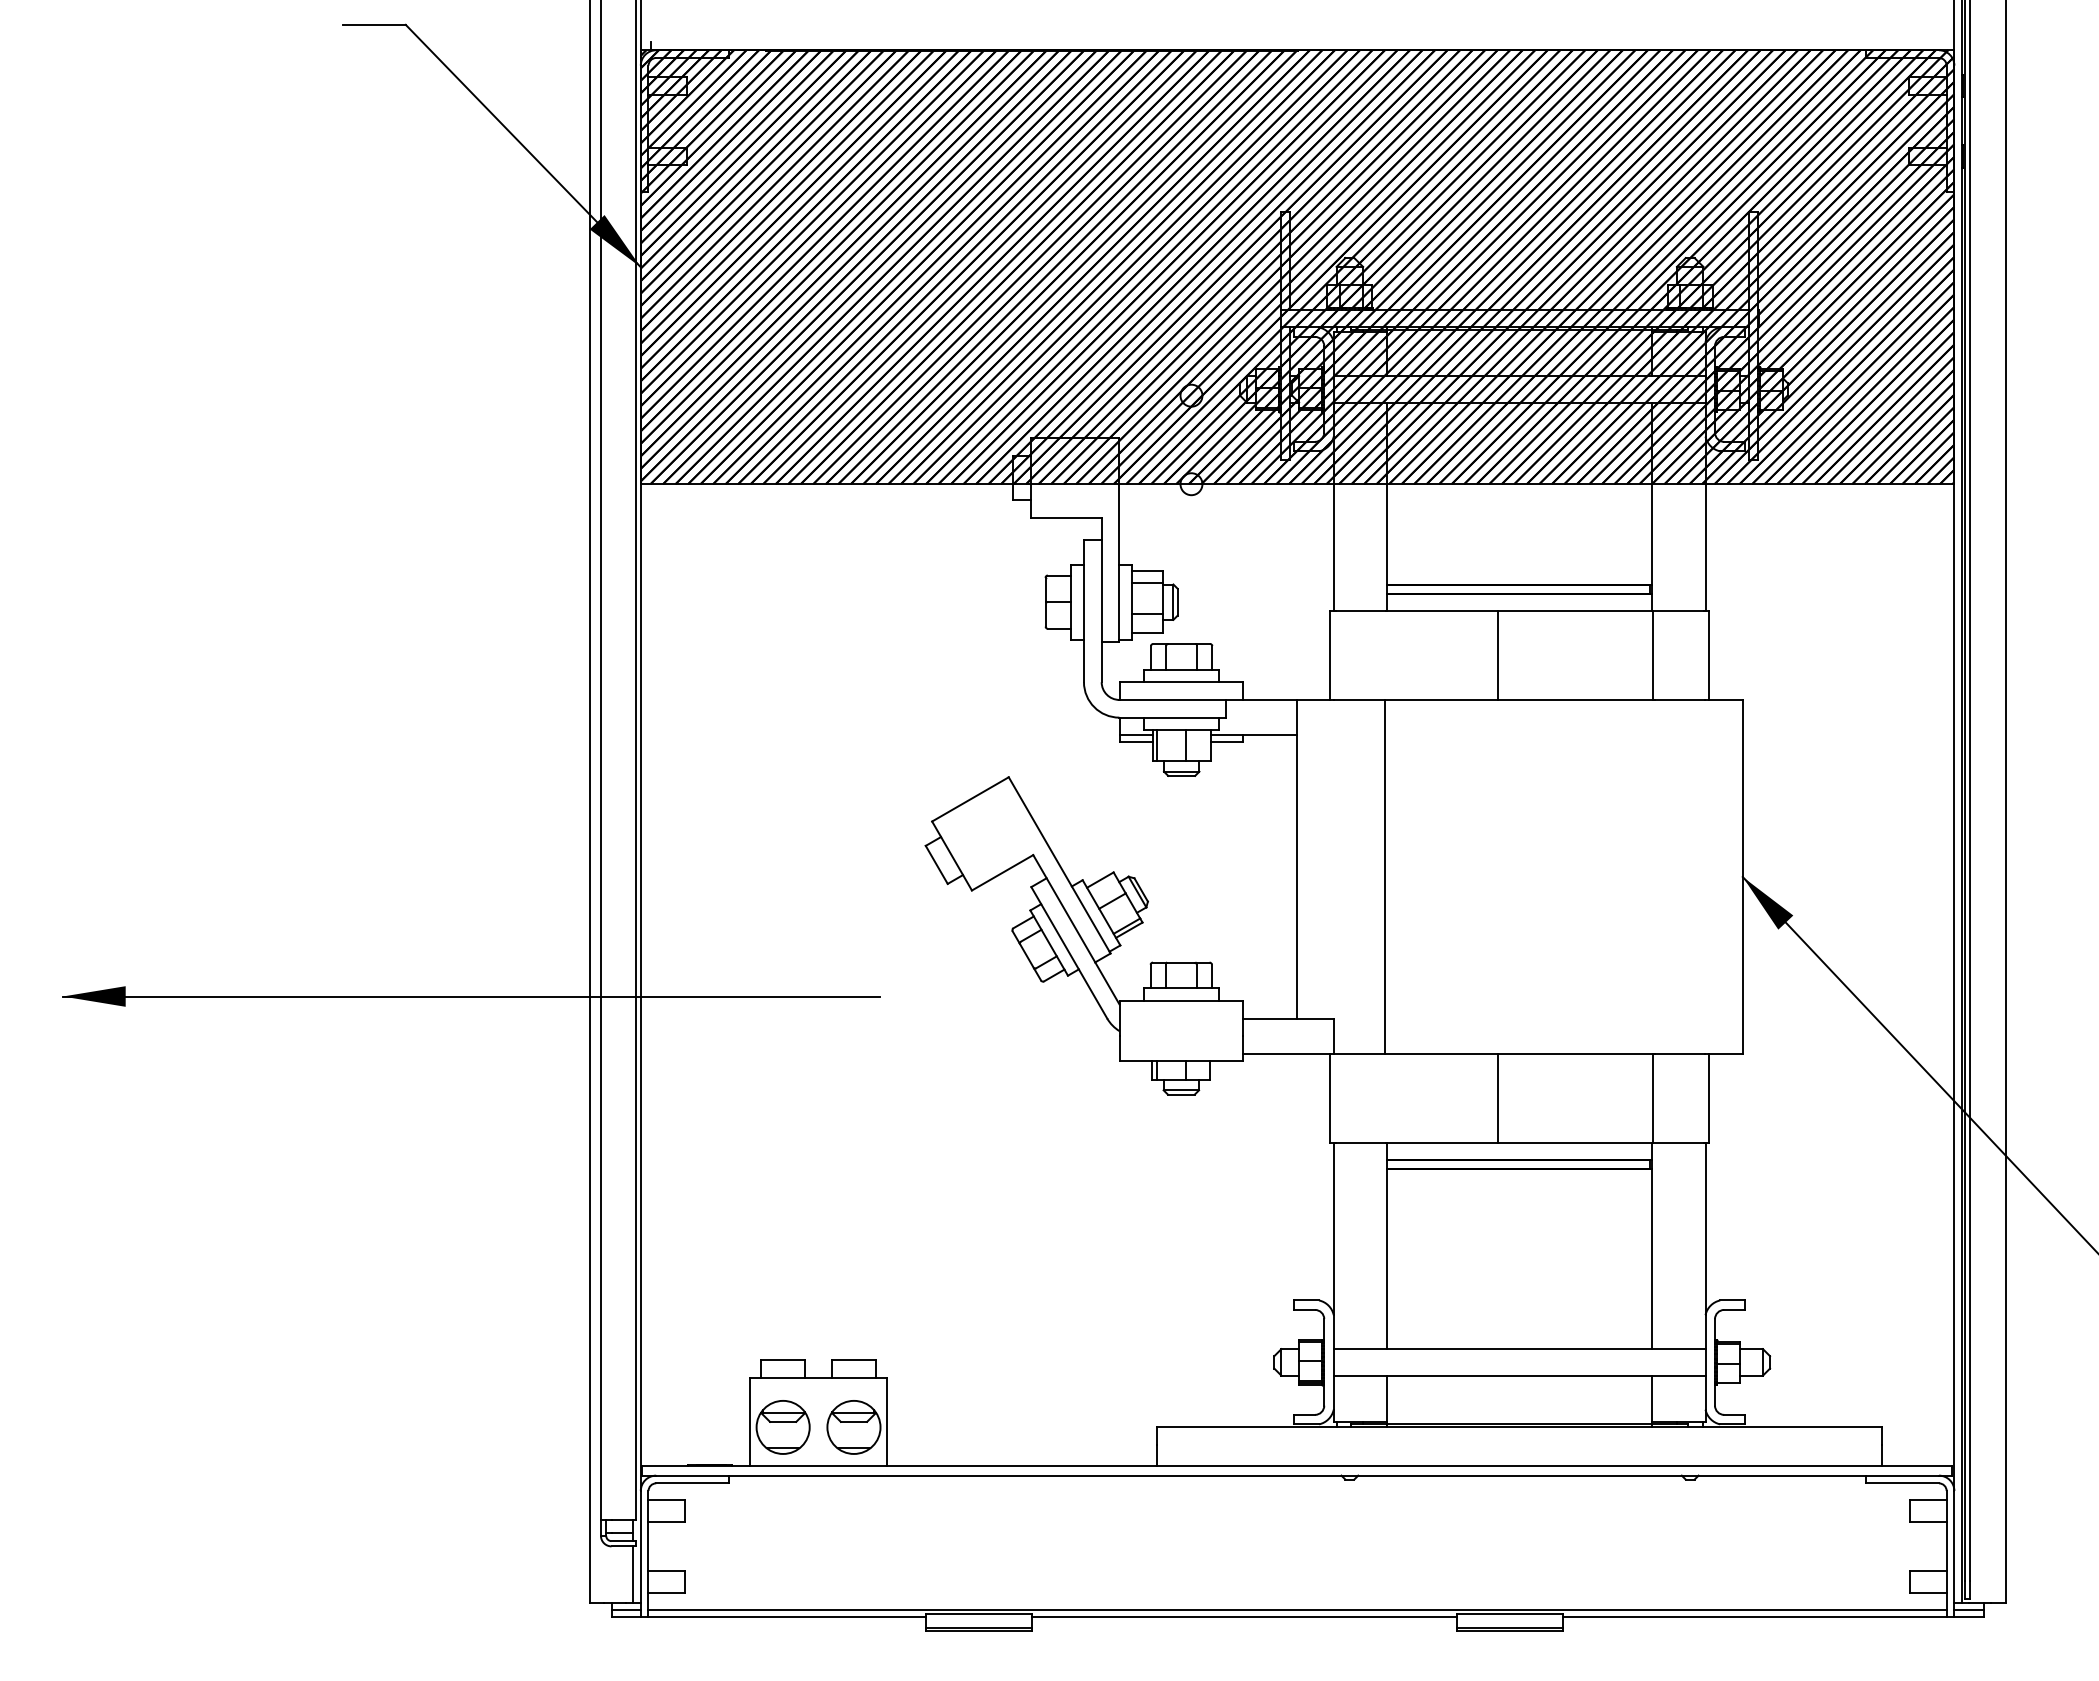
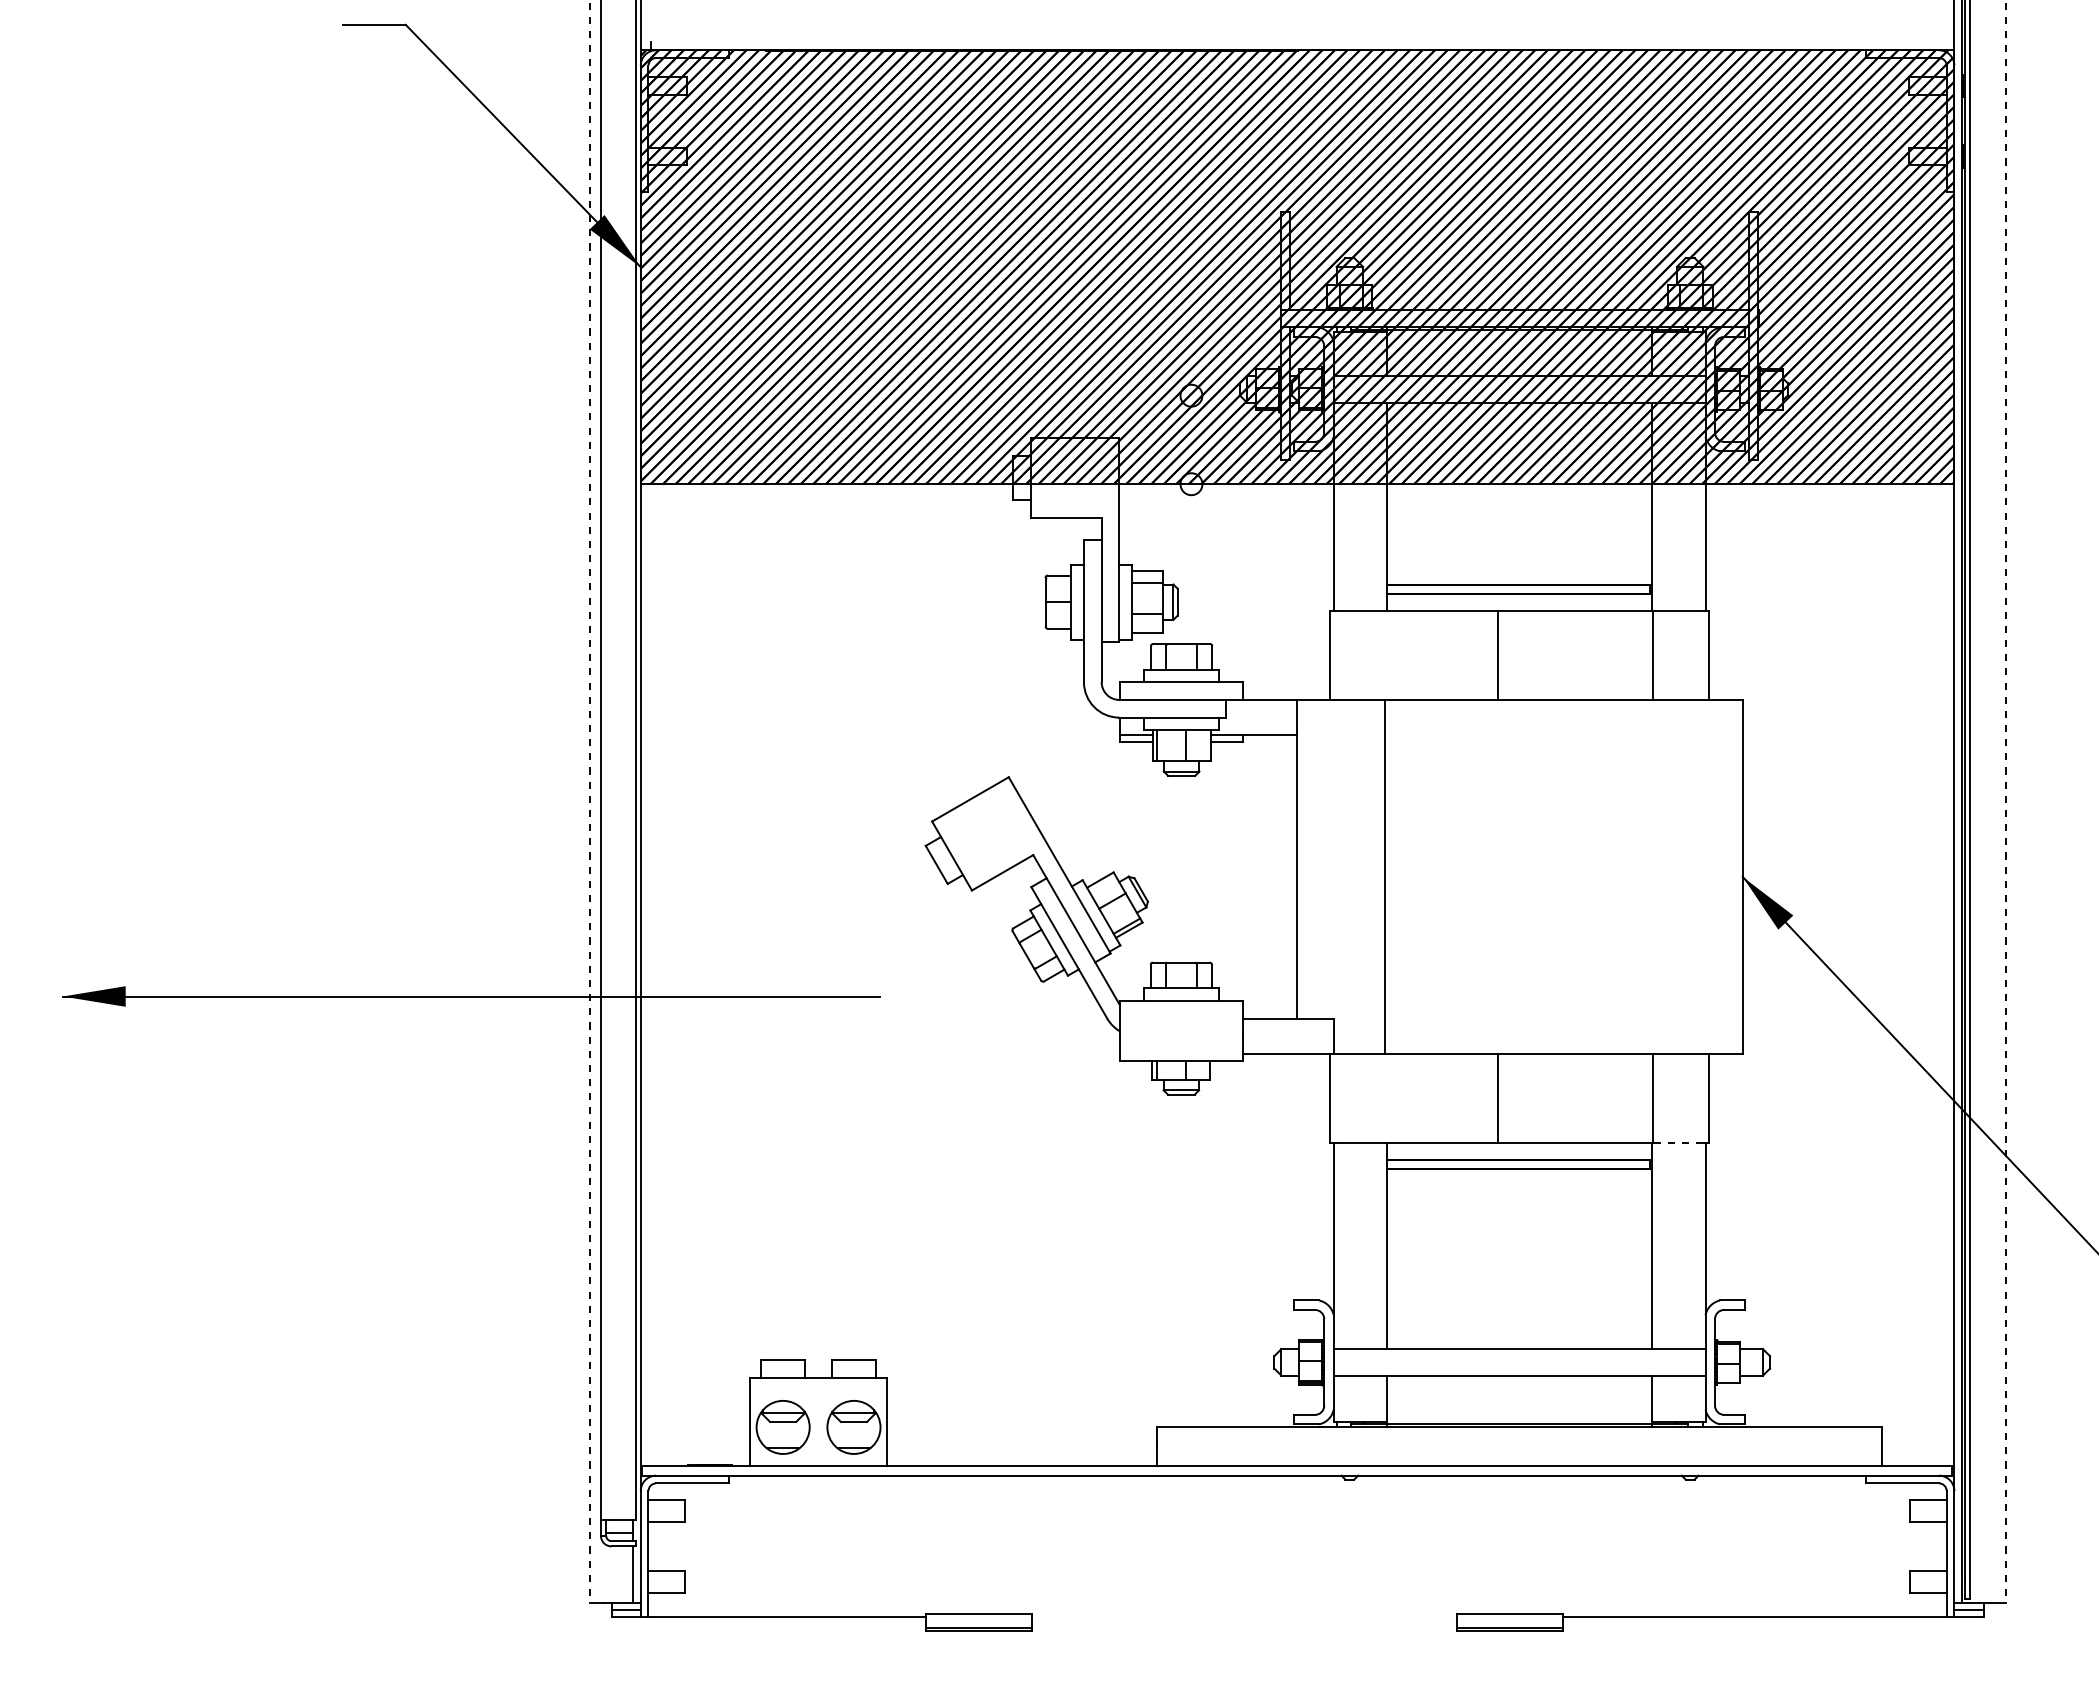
line at (589, 802): solid -> dashed
line at (2005, 802): solid -> dashed
line at (1679, 1142): solid -> dashed
line at (1297, 1609): present -> none
line at (1244, 1617): present -> none
